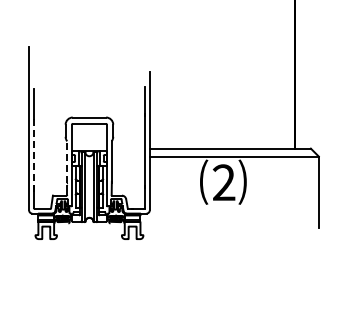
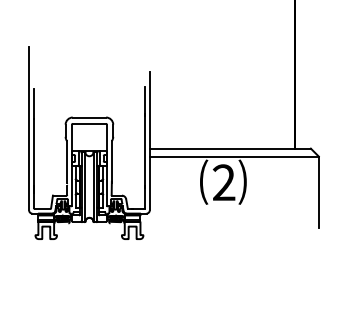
line at (33, 155): dashed -> solid
line at (67, 162): dashed -> solid
